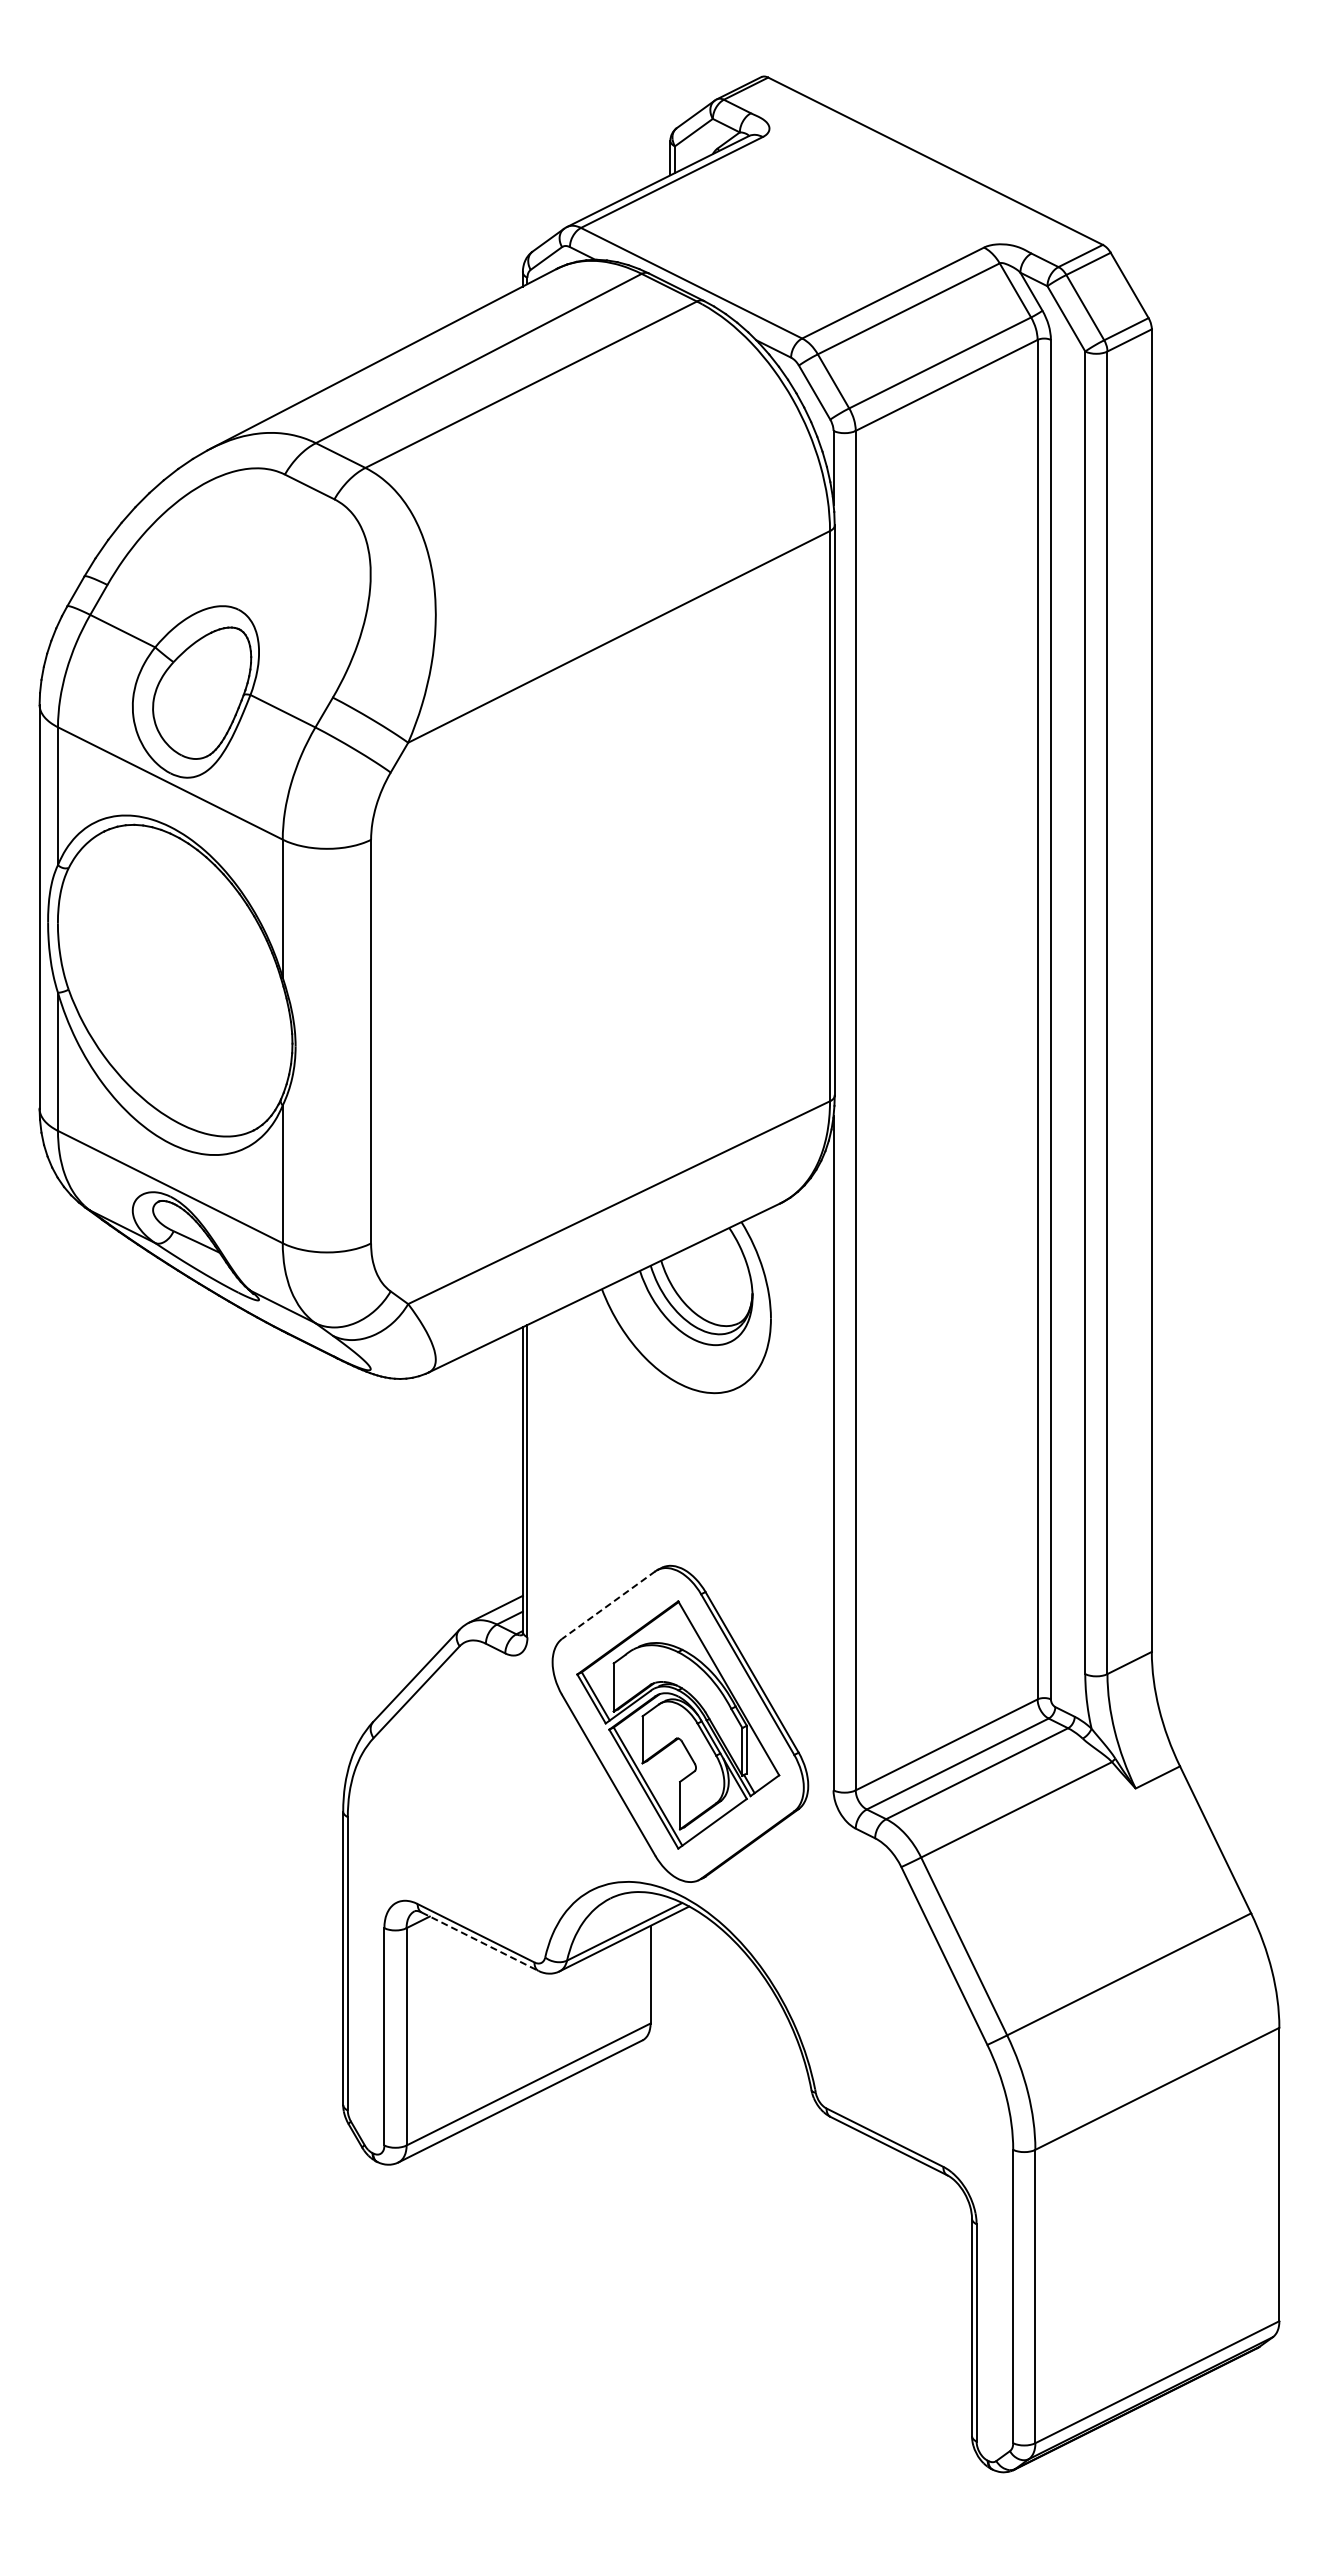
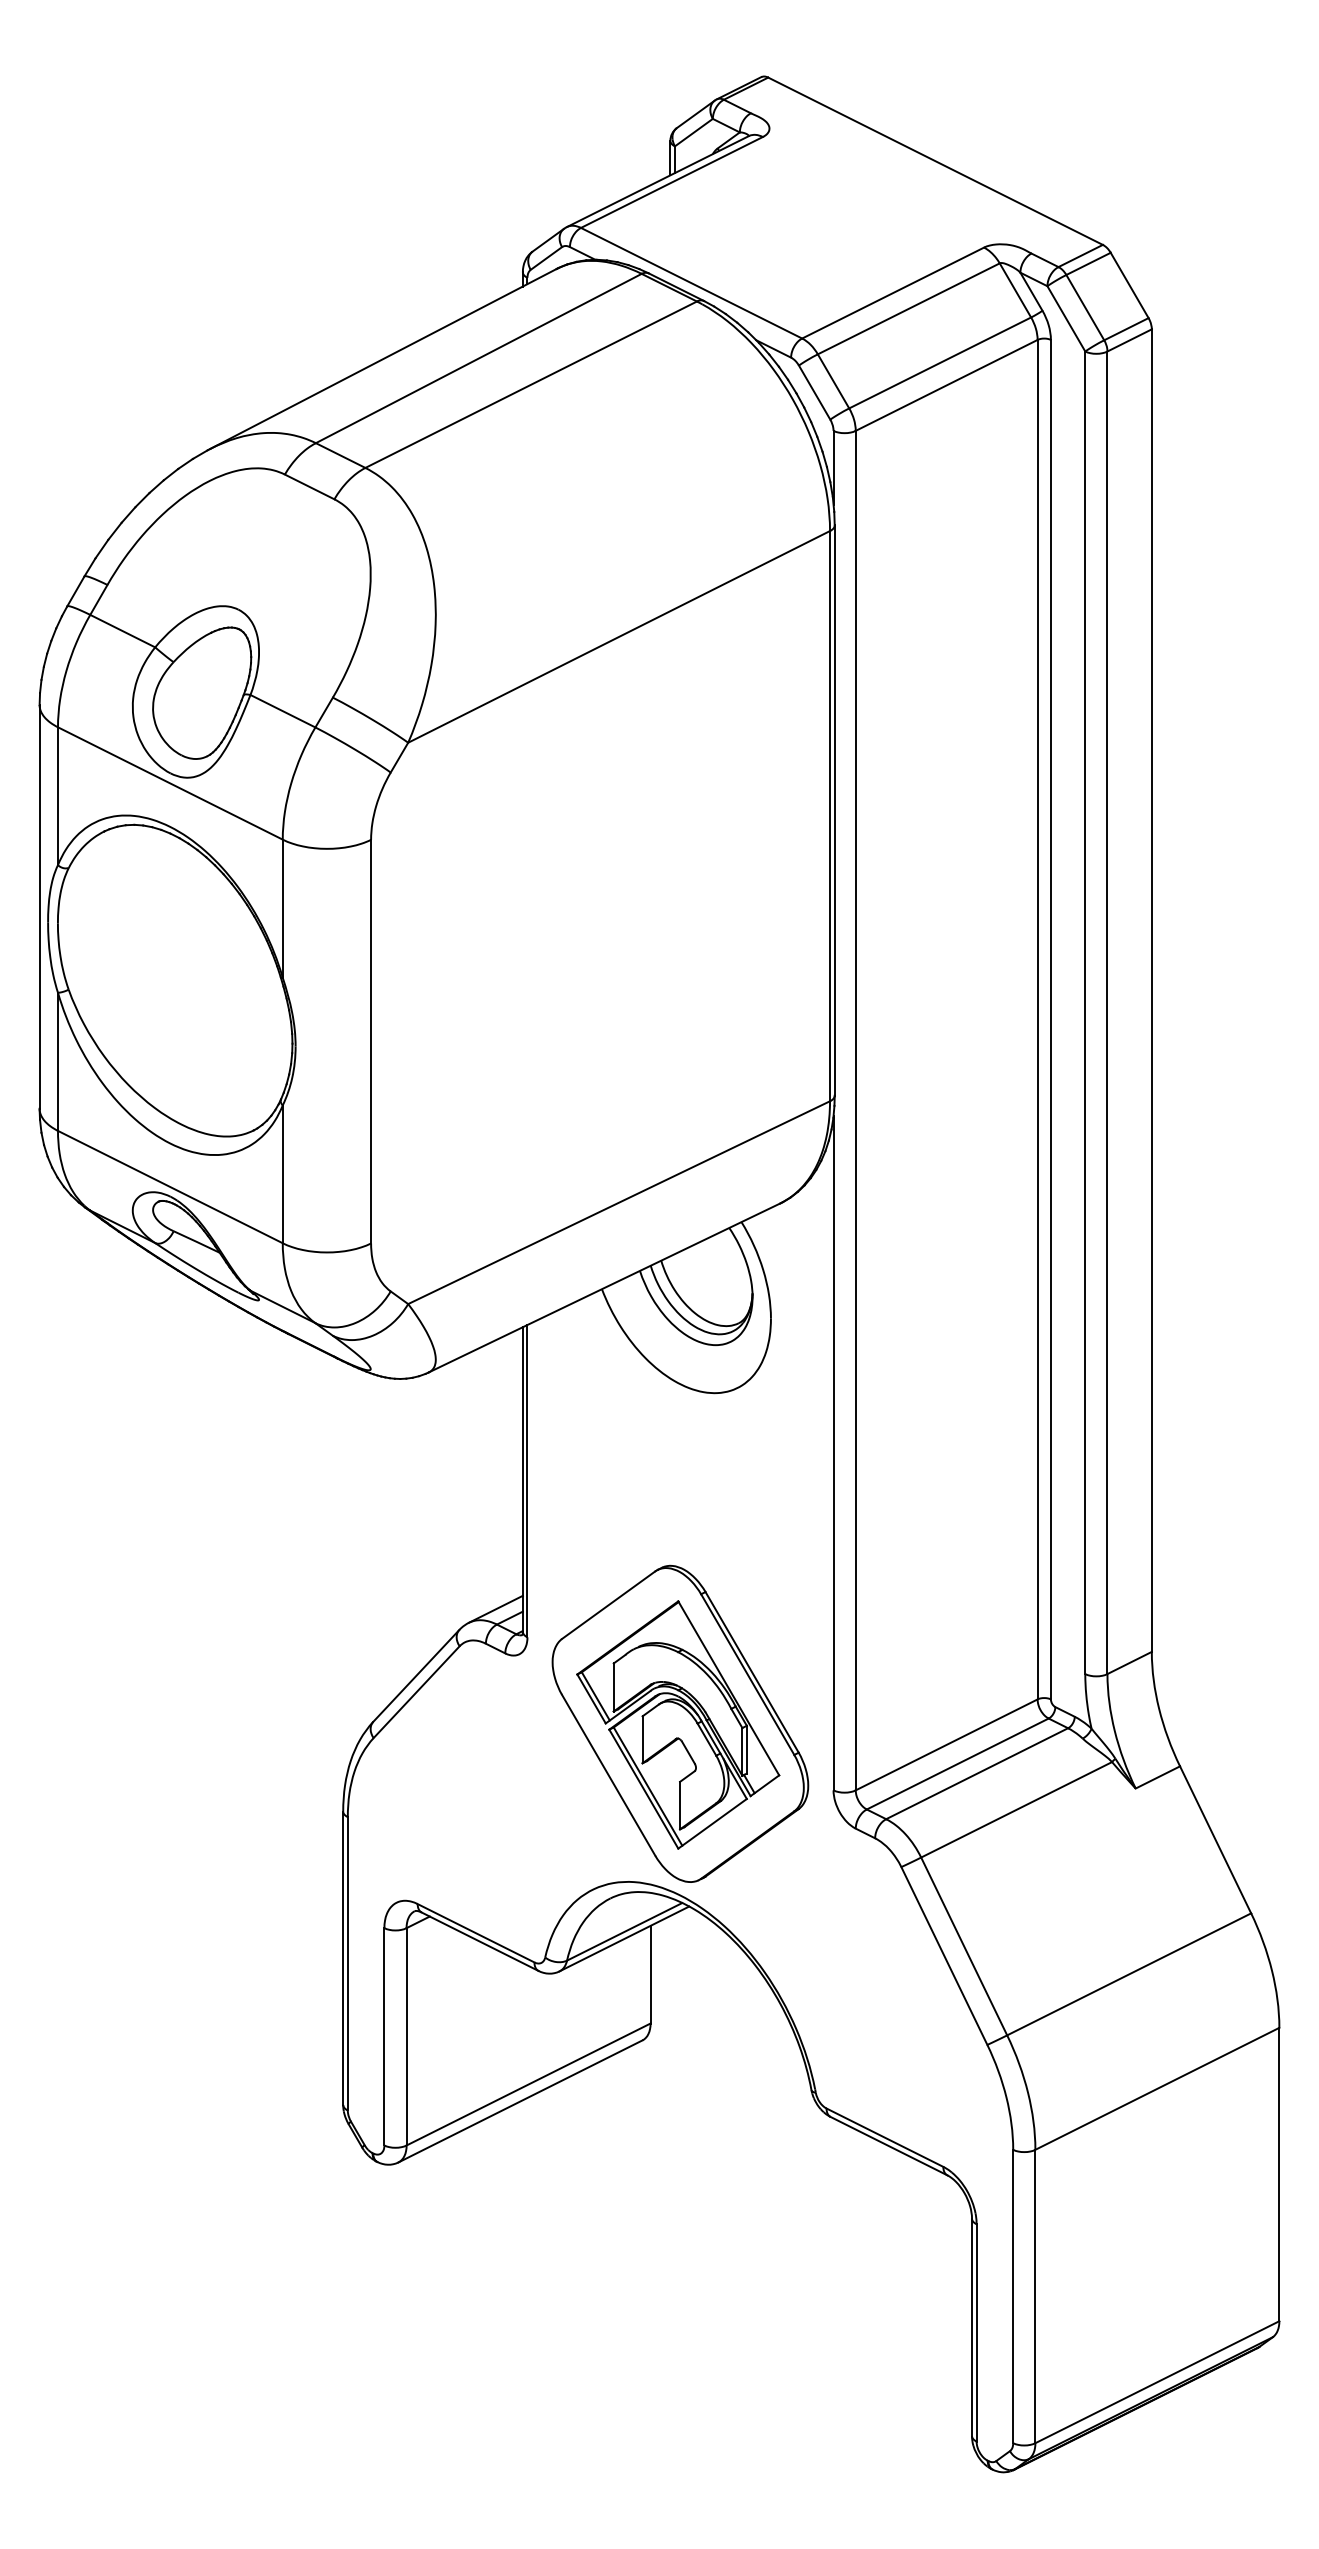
line at (608, 1605): dashed -> solid
line at (480, 1941): dashed -> solid
